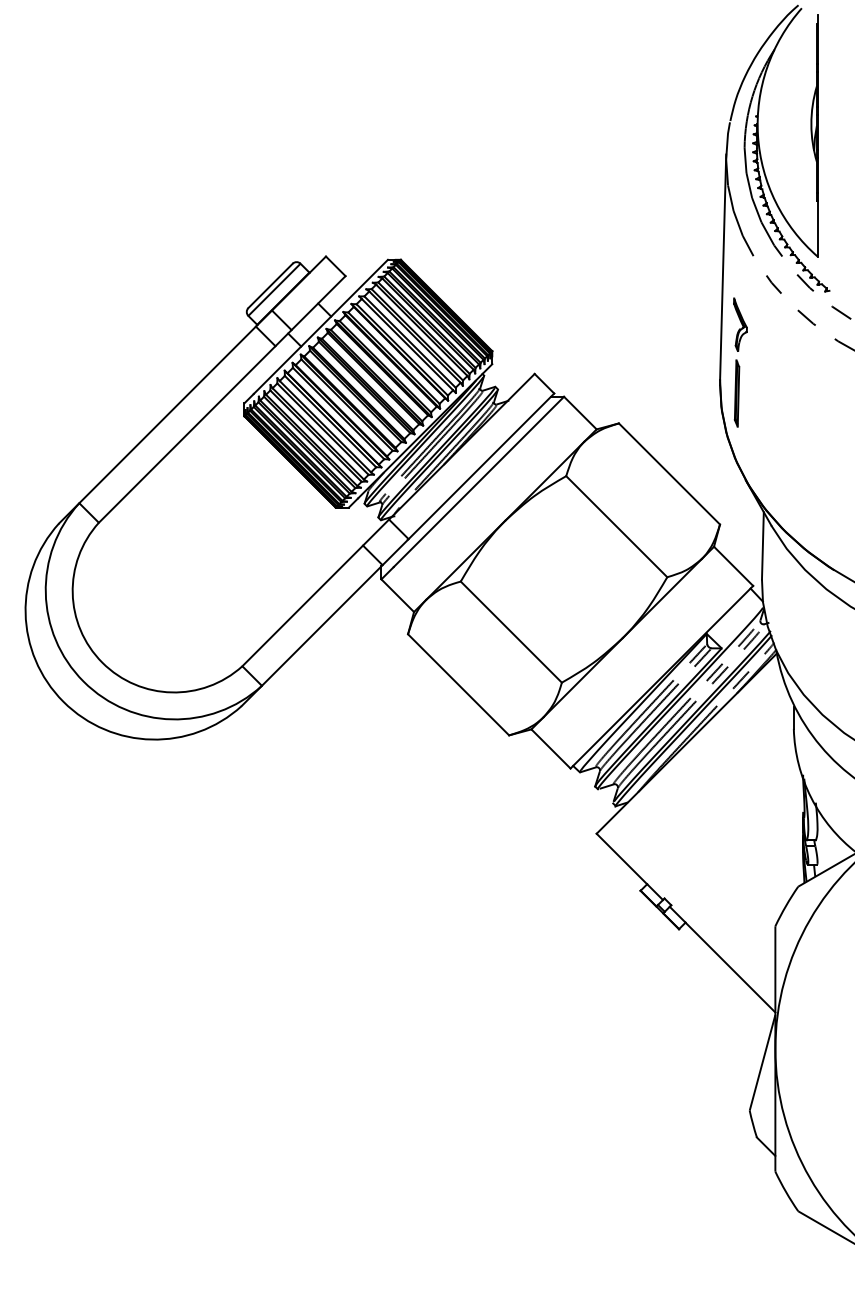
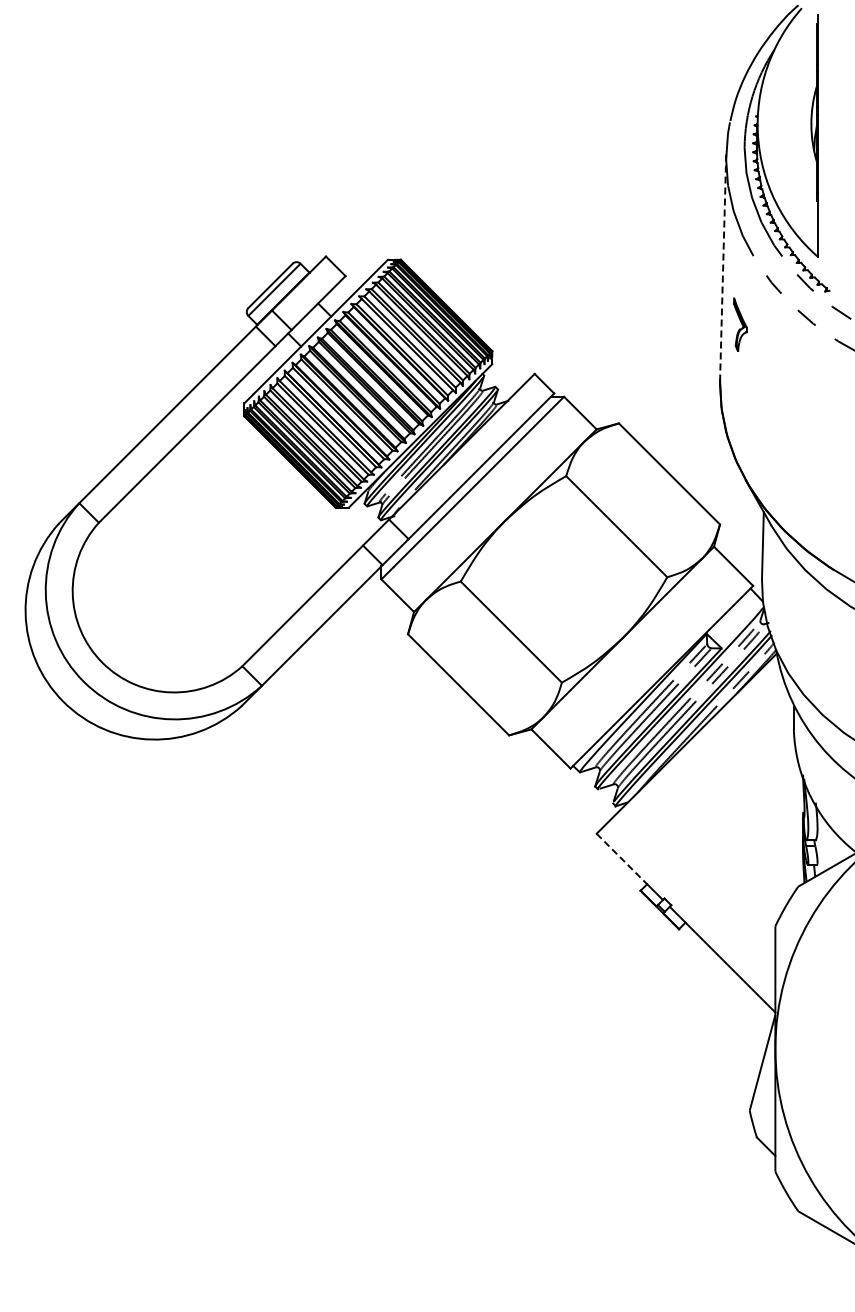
line at (723, 267): solid -> dashed
part at (736, 393): present -> none
line at (621, 859): solid -> dashed
